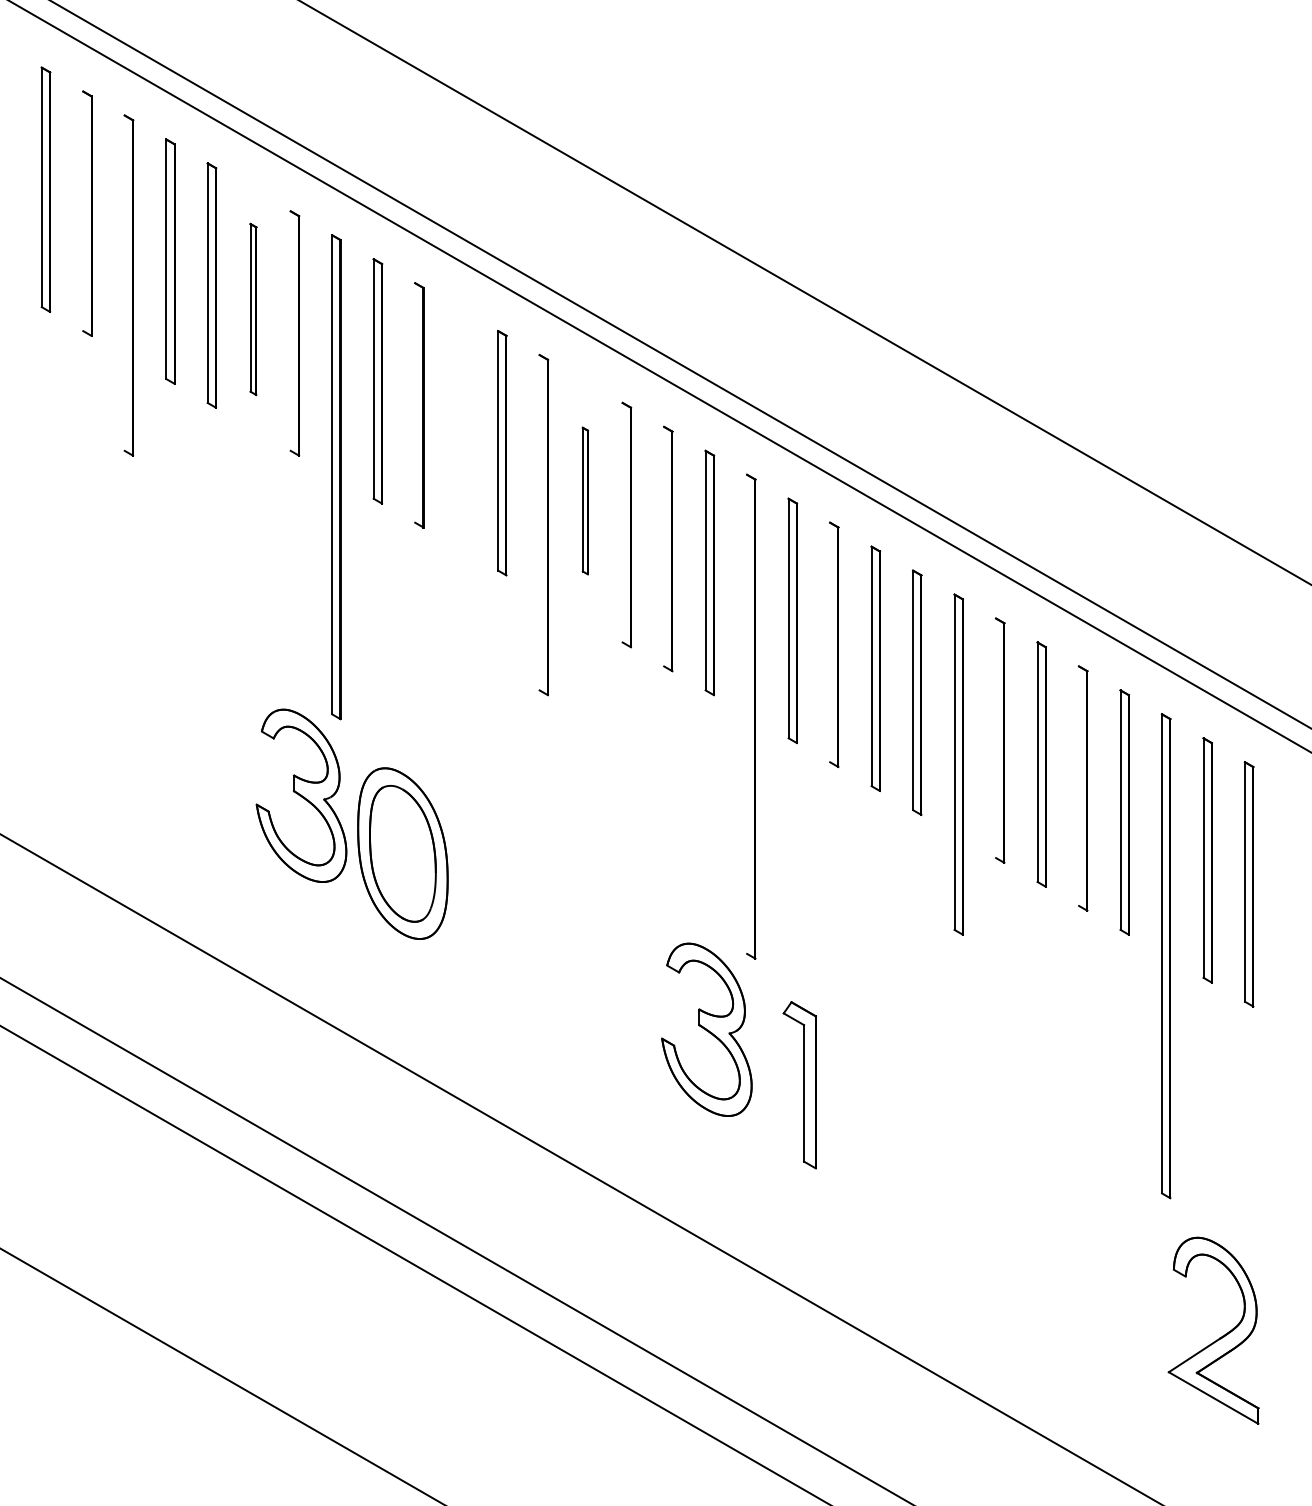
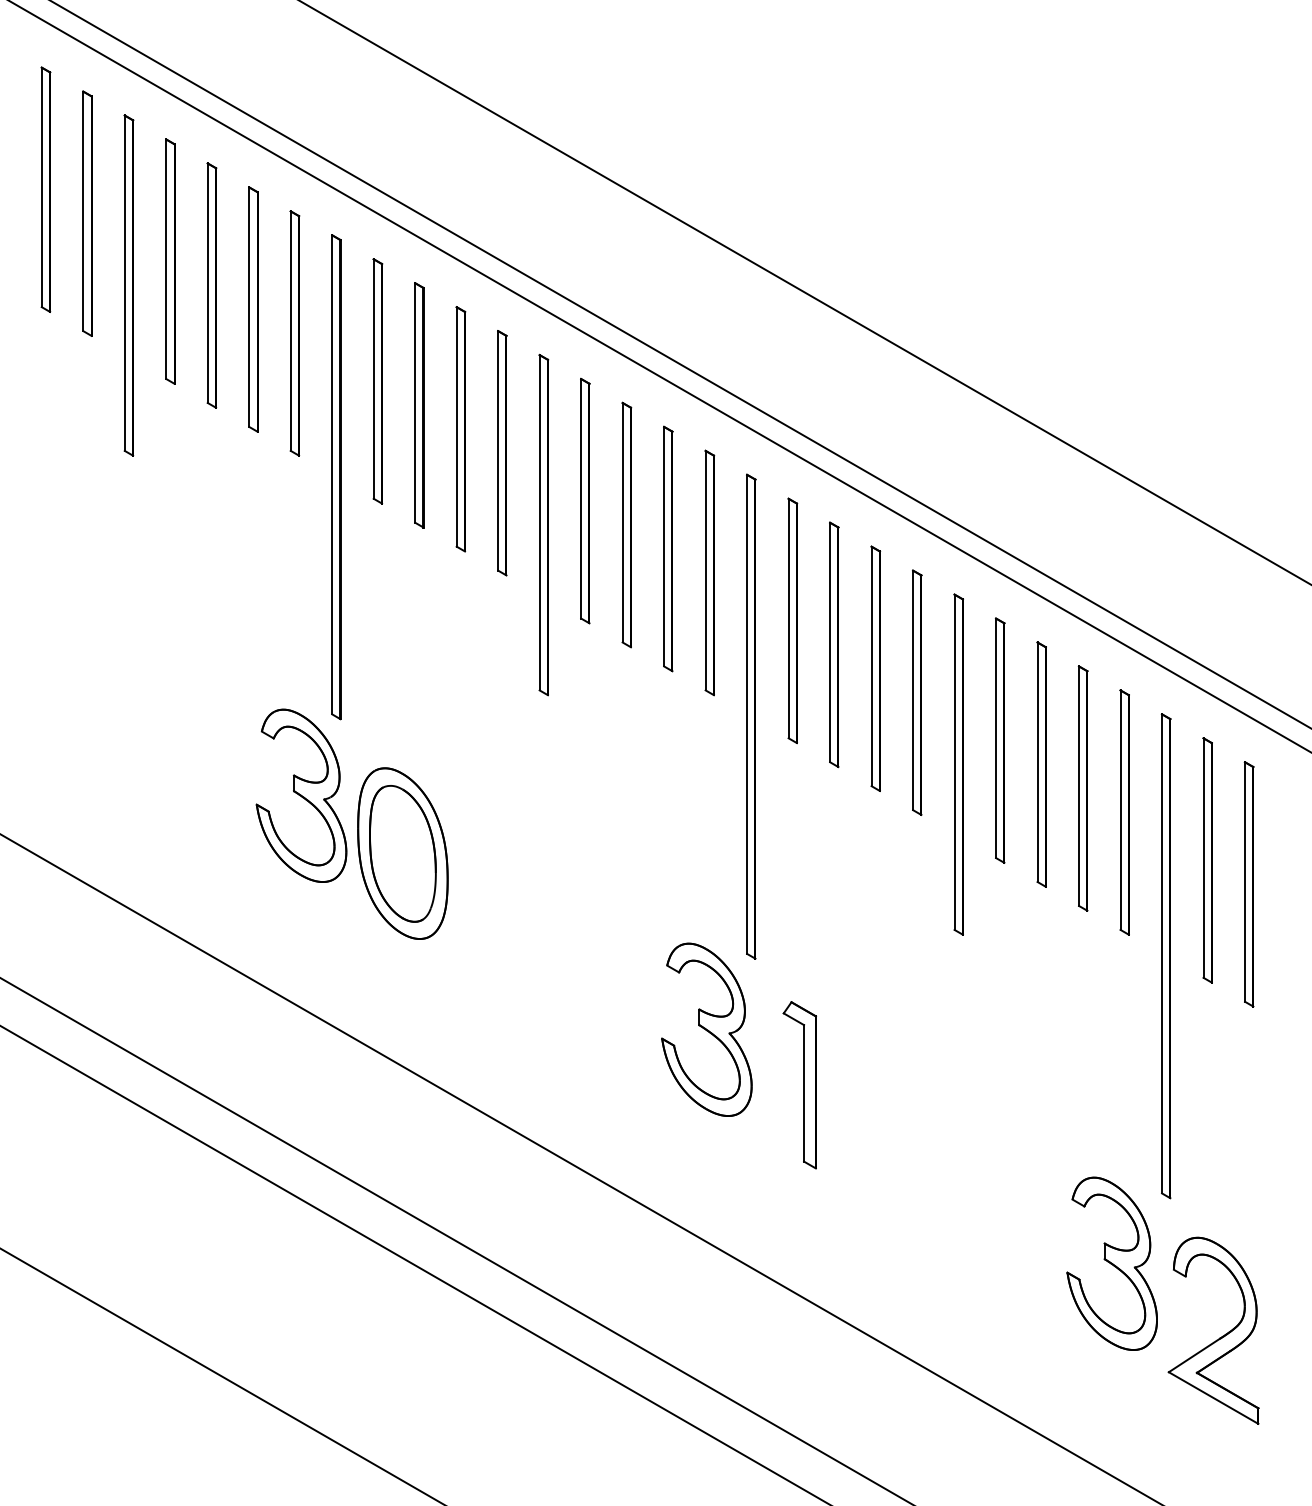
line at (83, 211): none -> present
line at (124, 282): none -> present
part at (253, 309) size: 9x175 px -> 11x247 px
line at (290, 330): none -> present
line at (415, 402): none -> present
part at (460, 429): none -> present
part at (584, 500) size: 8x150 px -> 11x248 px
line at (539, 522): none -> present
line at (622, 522): none -> present
line at (664, 546): none -> present
line at (830, 642): none -> present
line at (747, 713): none -> present
line at (996, 738): none -> present
line at (1079, 785): none -> present
part at (1111, 1263): none -> present
